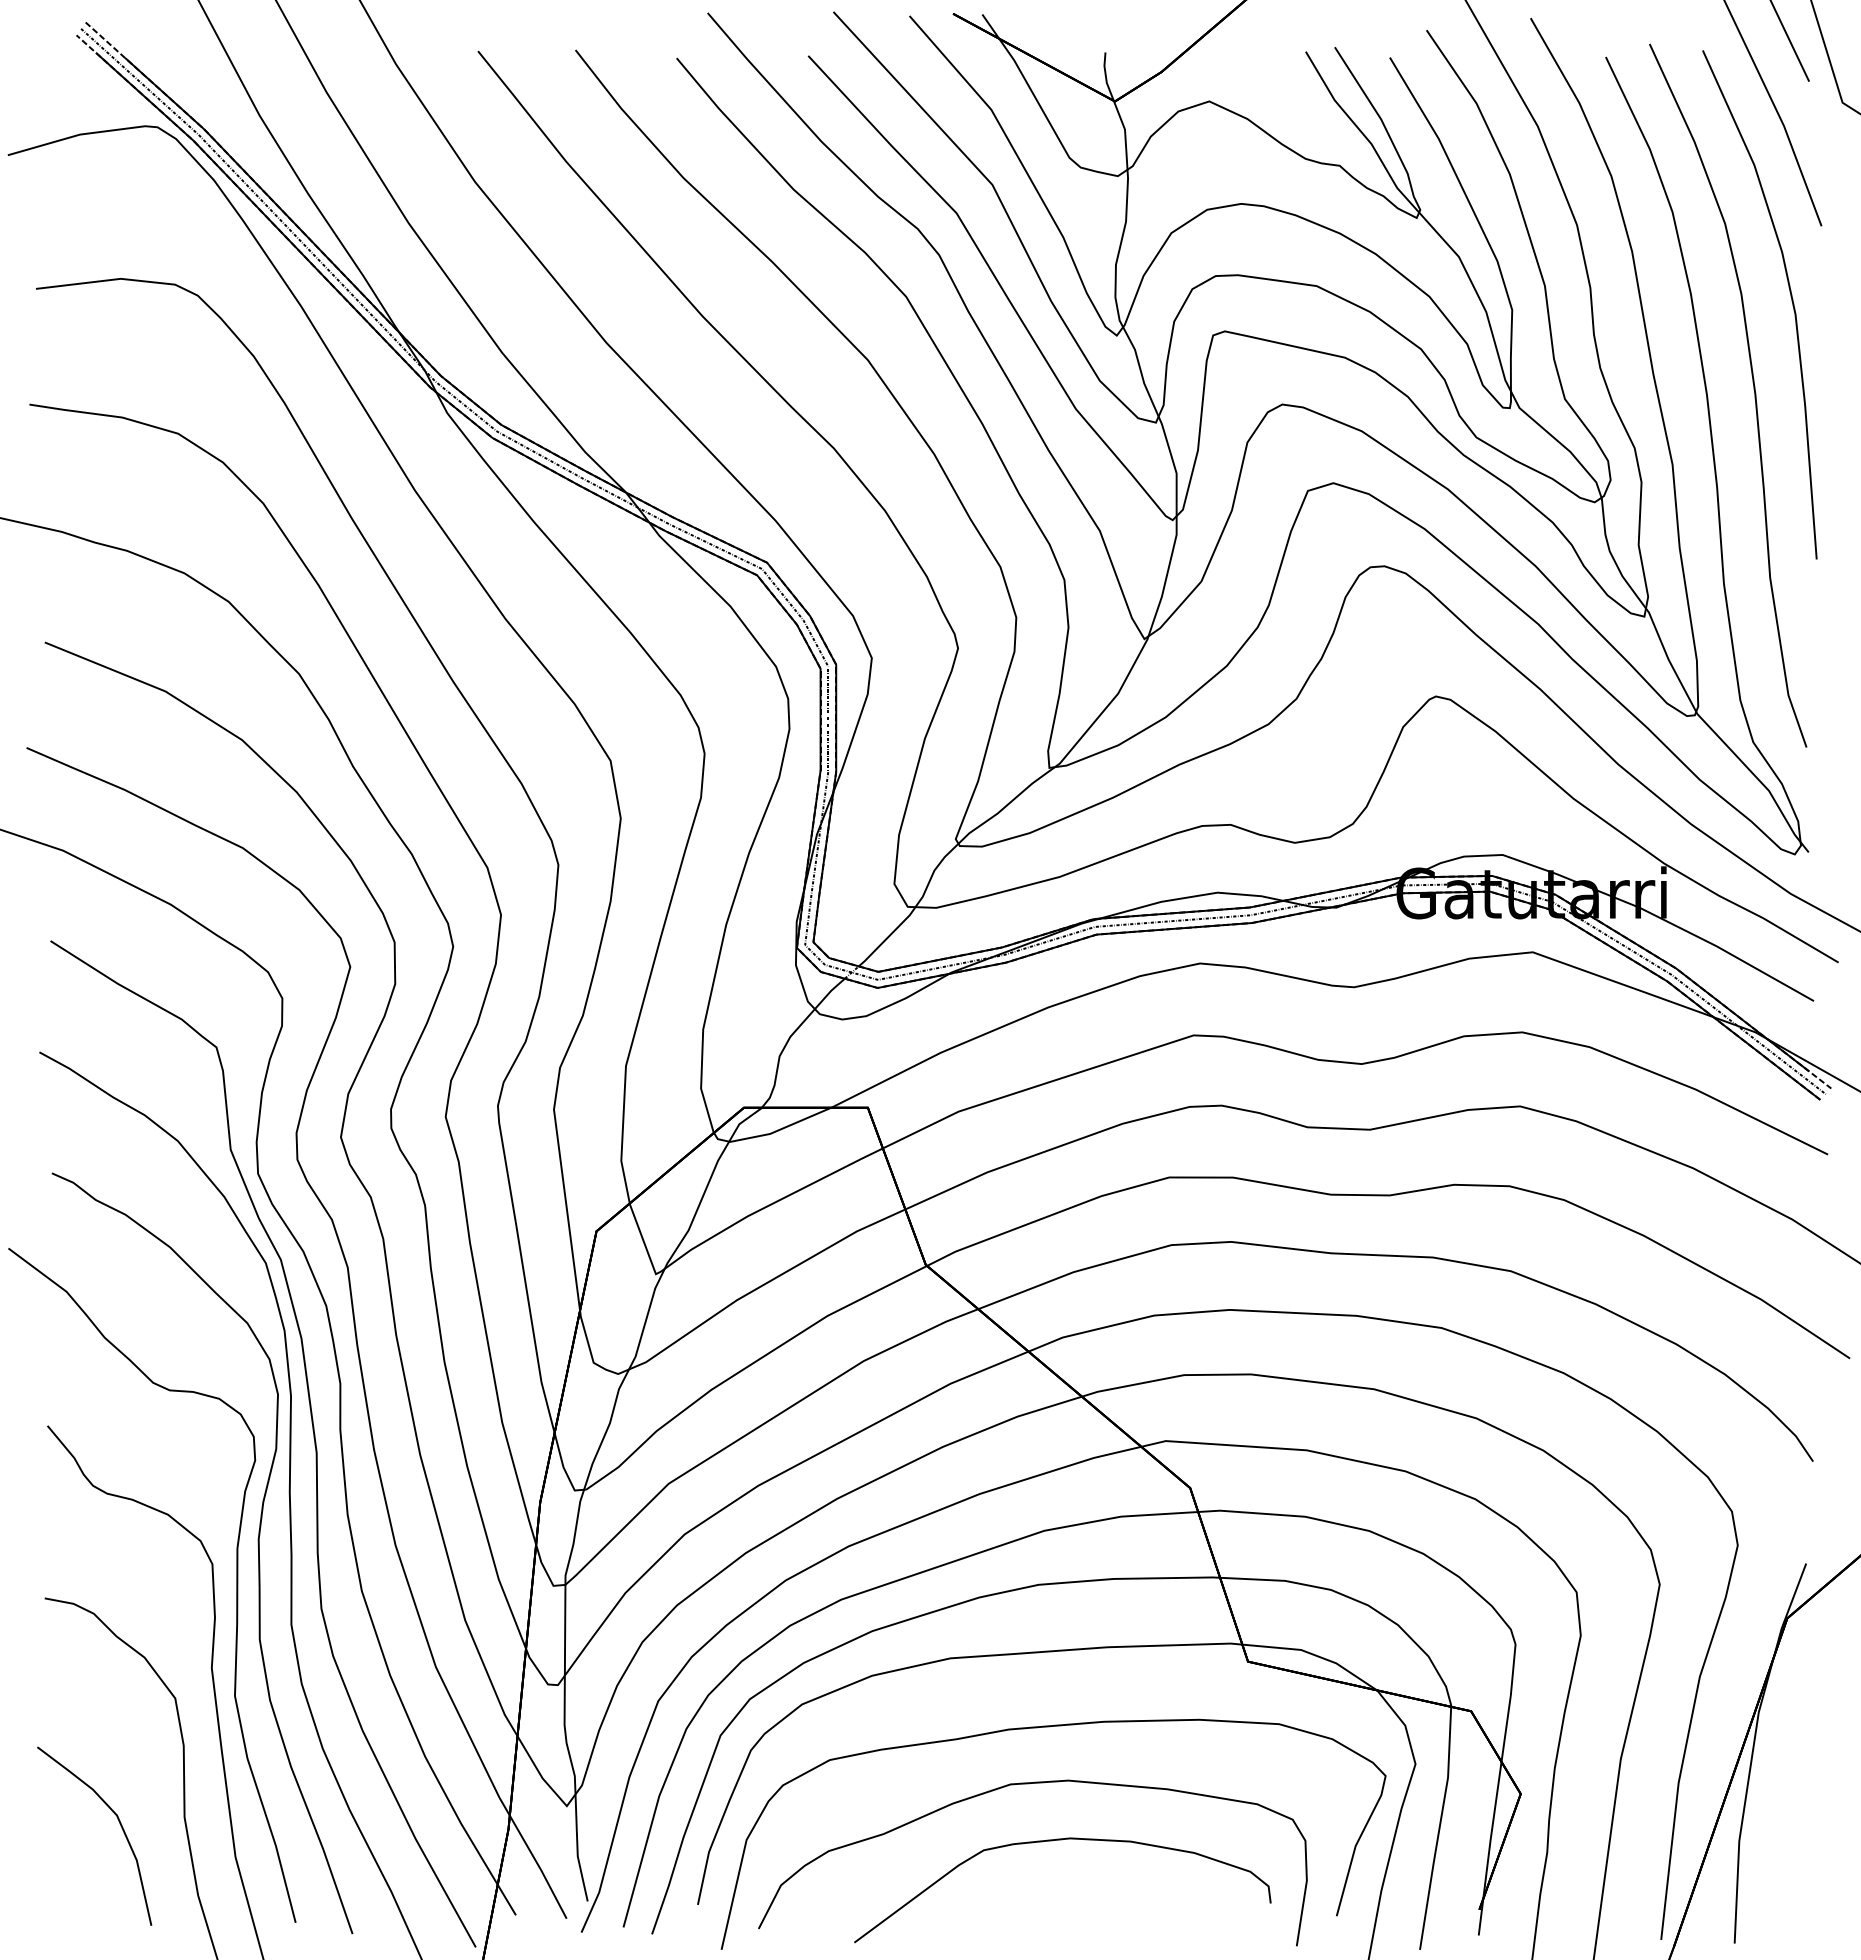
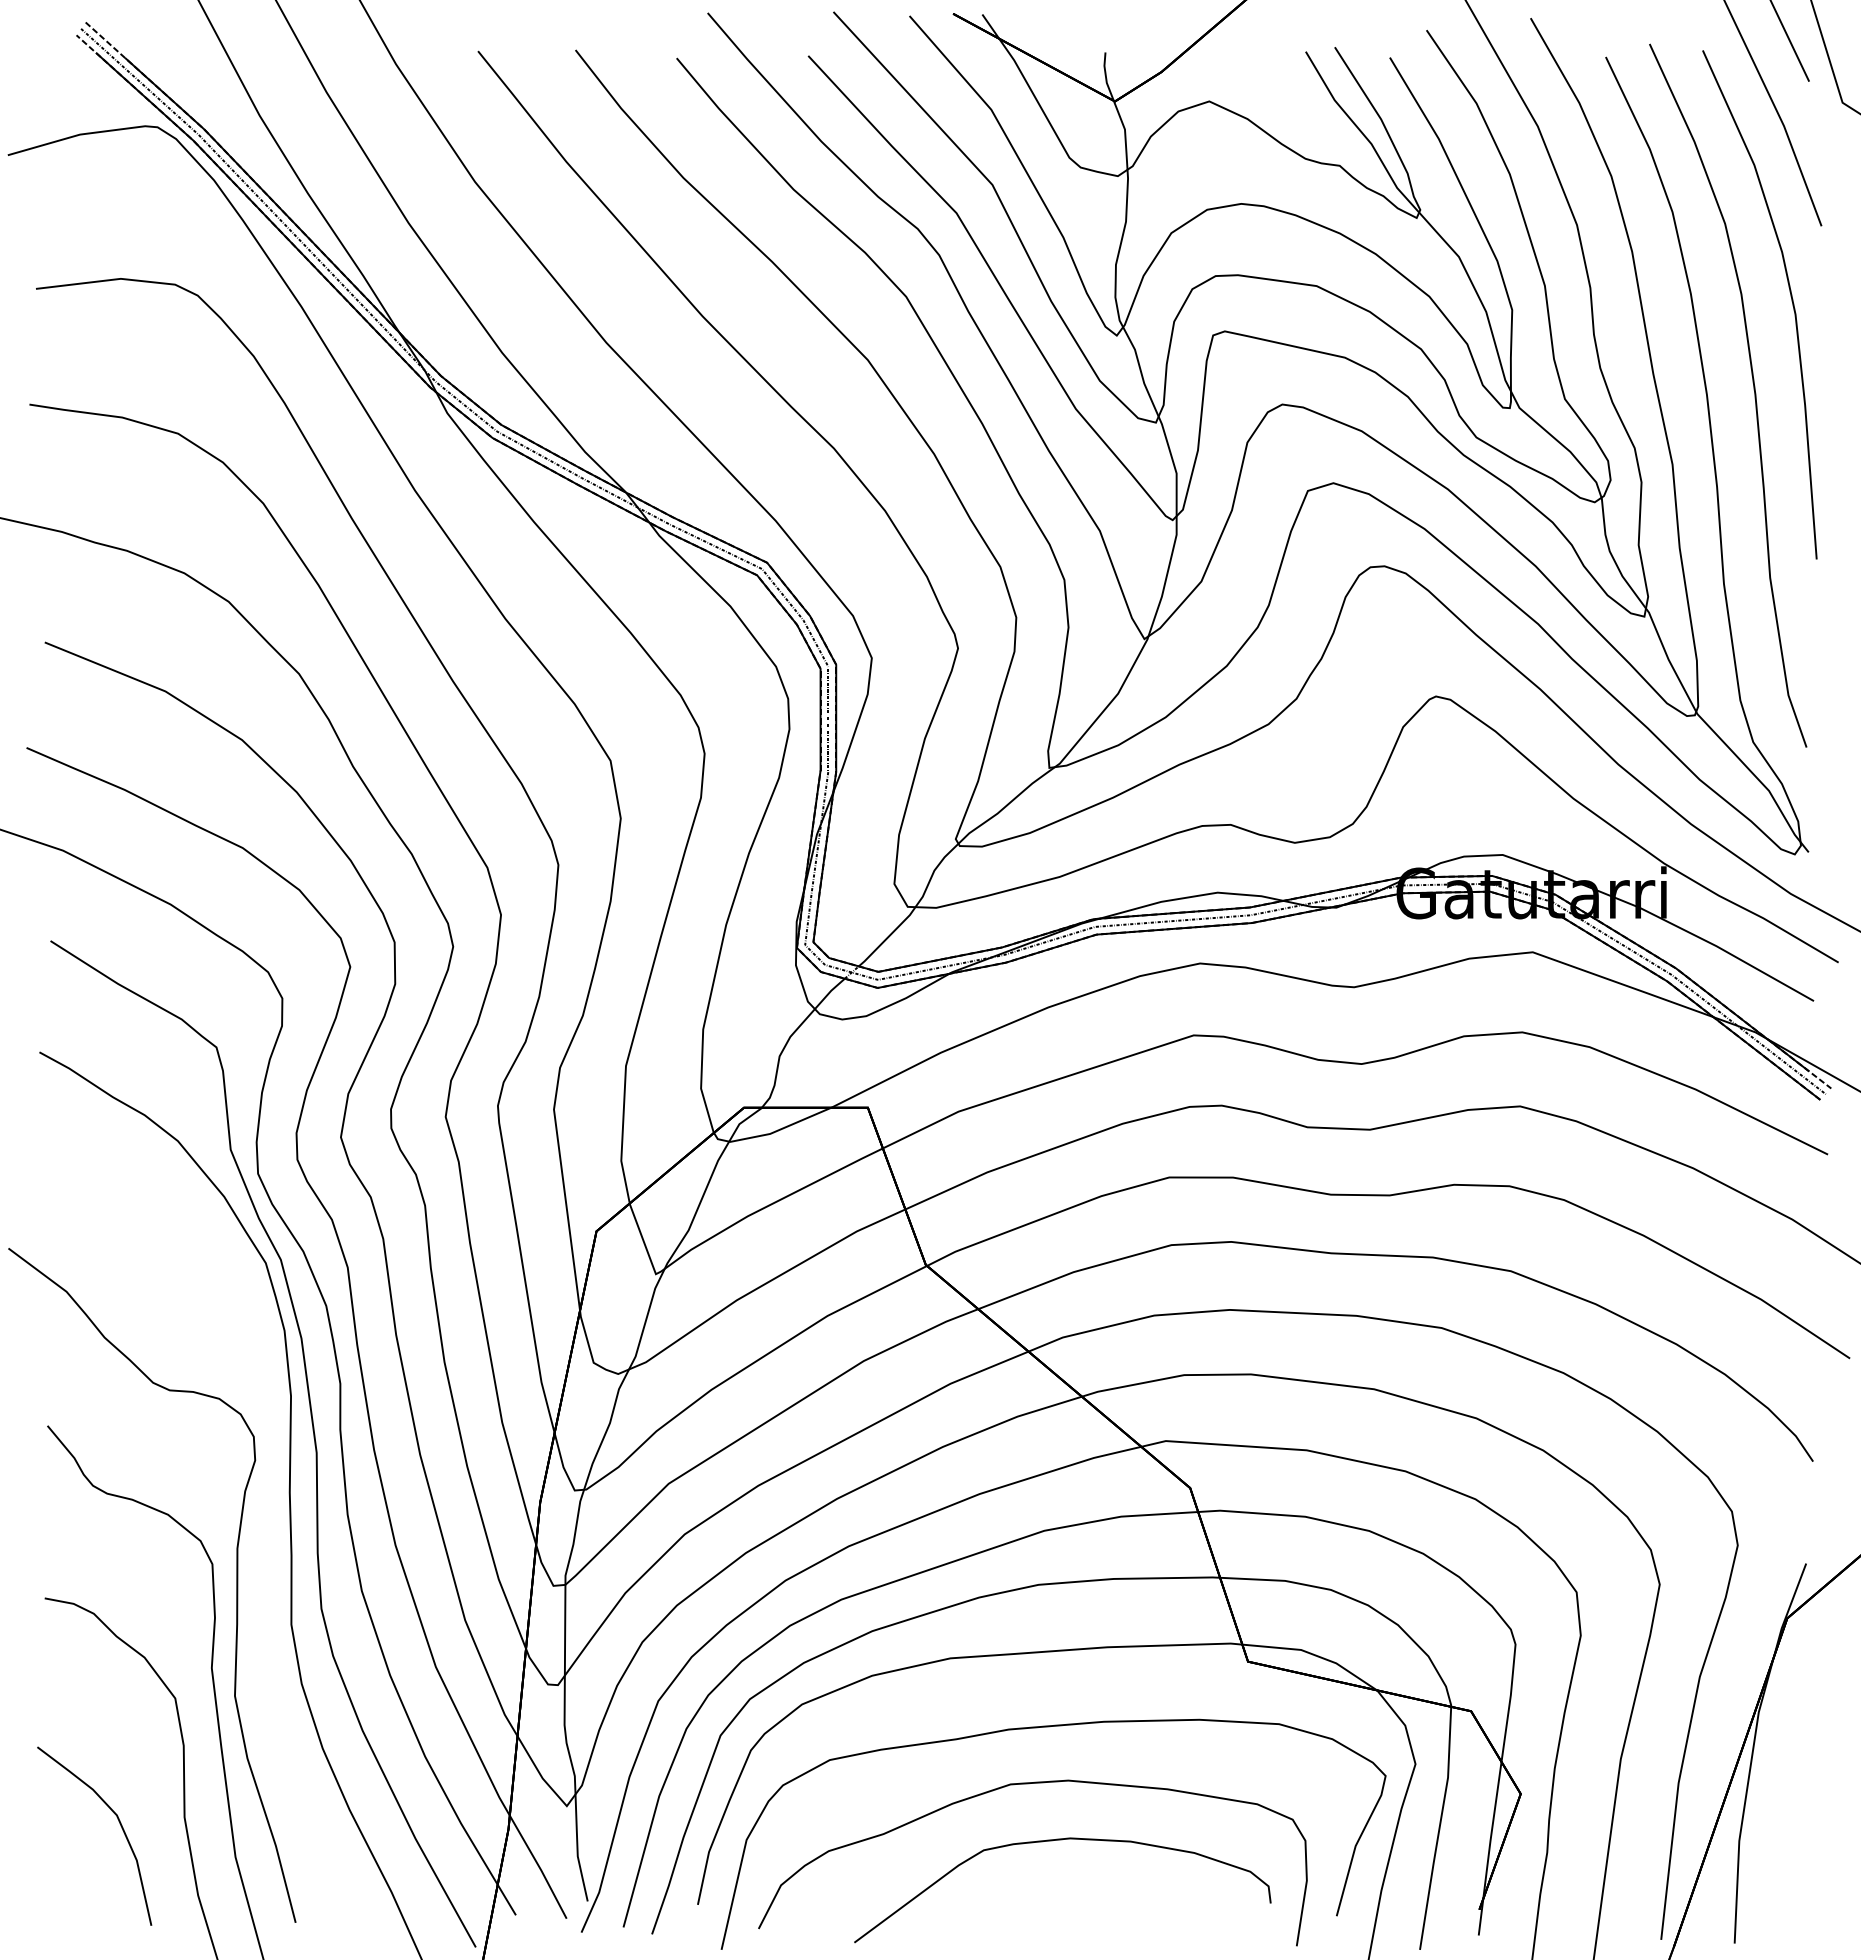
curve at (257, 1545): present -> none
